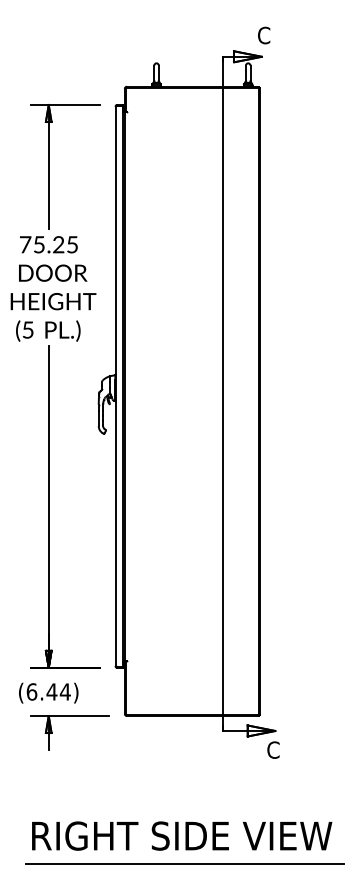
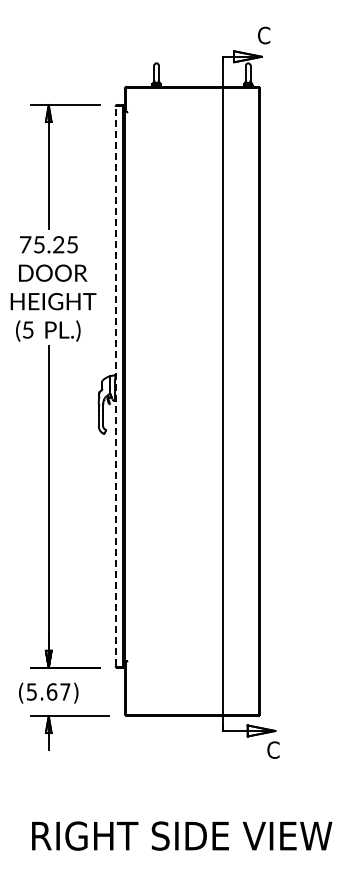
line at (115, 386): solid -> dashed
text at (48, 691): (6.44) -> (5.67)
line at (184, 864): present -> none
